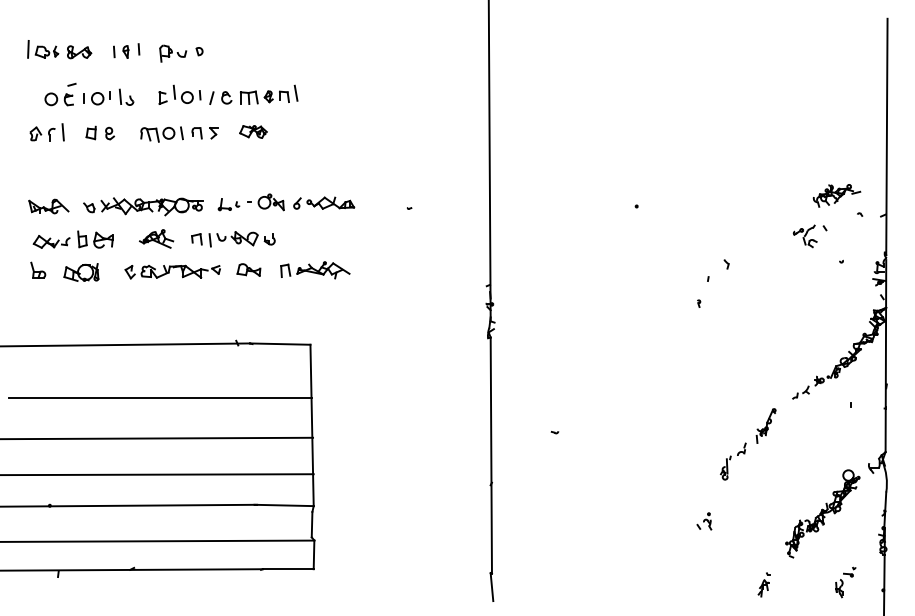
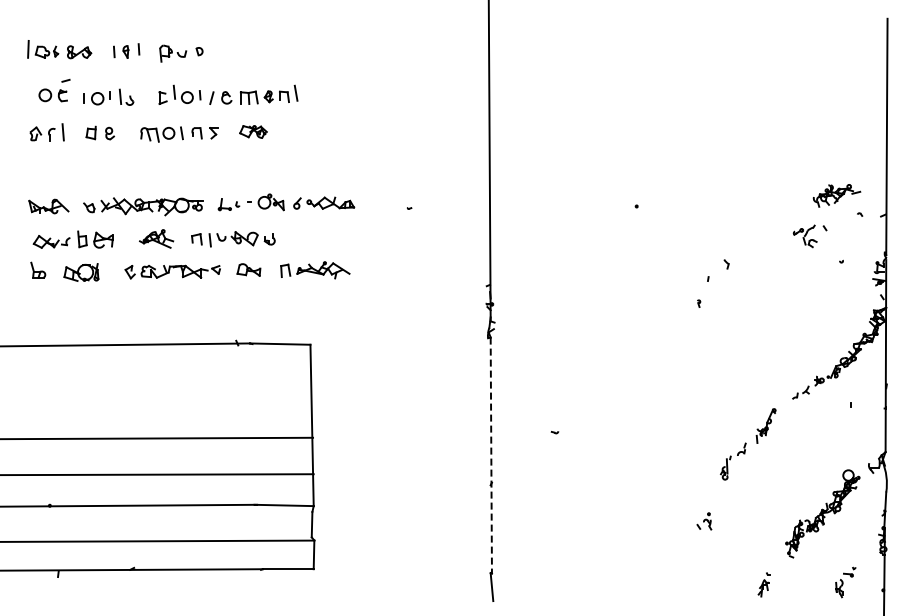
part at (60, 94) position: (60, 94) -> (54, 90)
line at (160, 398): present -> none
line at (491, 456): solid -> dashed
